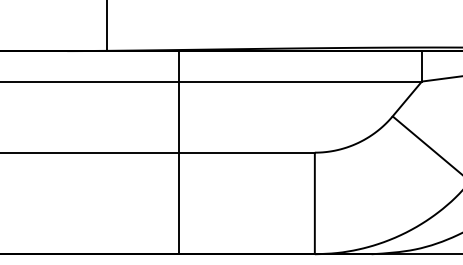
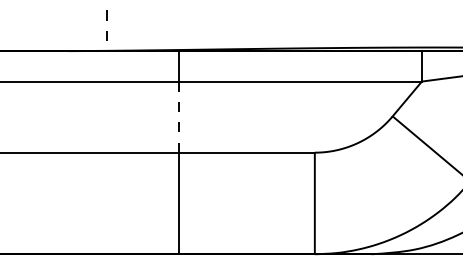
line at (106, 26): solid -> dashed
line at (179, 117): solid -> dashed
